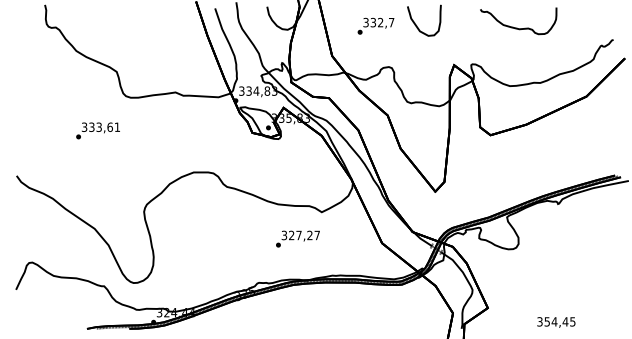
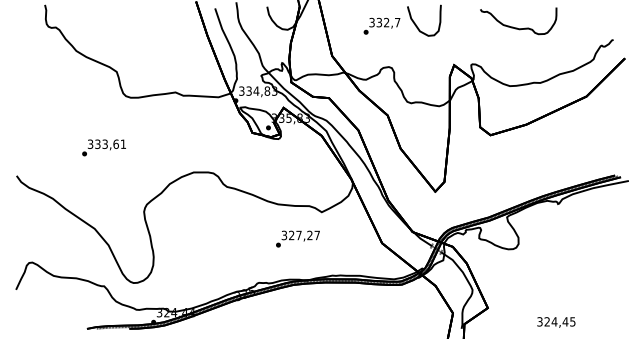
text at (375, 25) position: (375, 25) -> (381, 25)
text at (97, 130) position: (97, 130) -> (103, 147)
text at (546, 321): 354,45 -> 324,45
